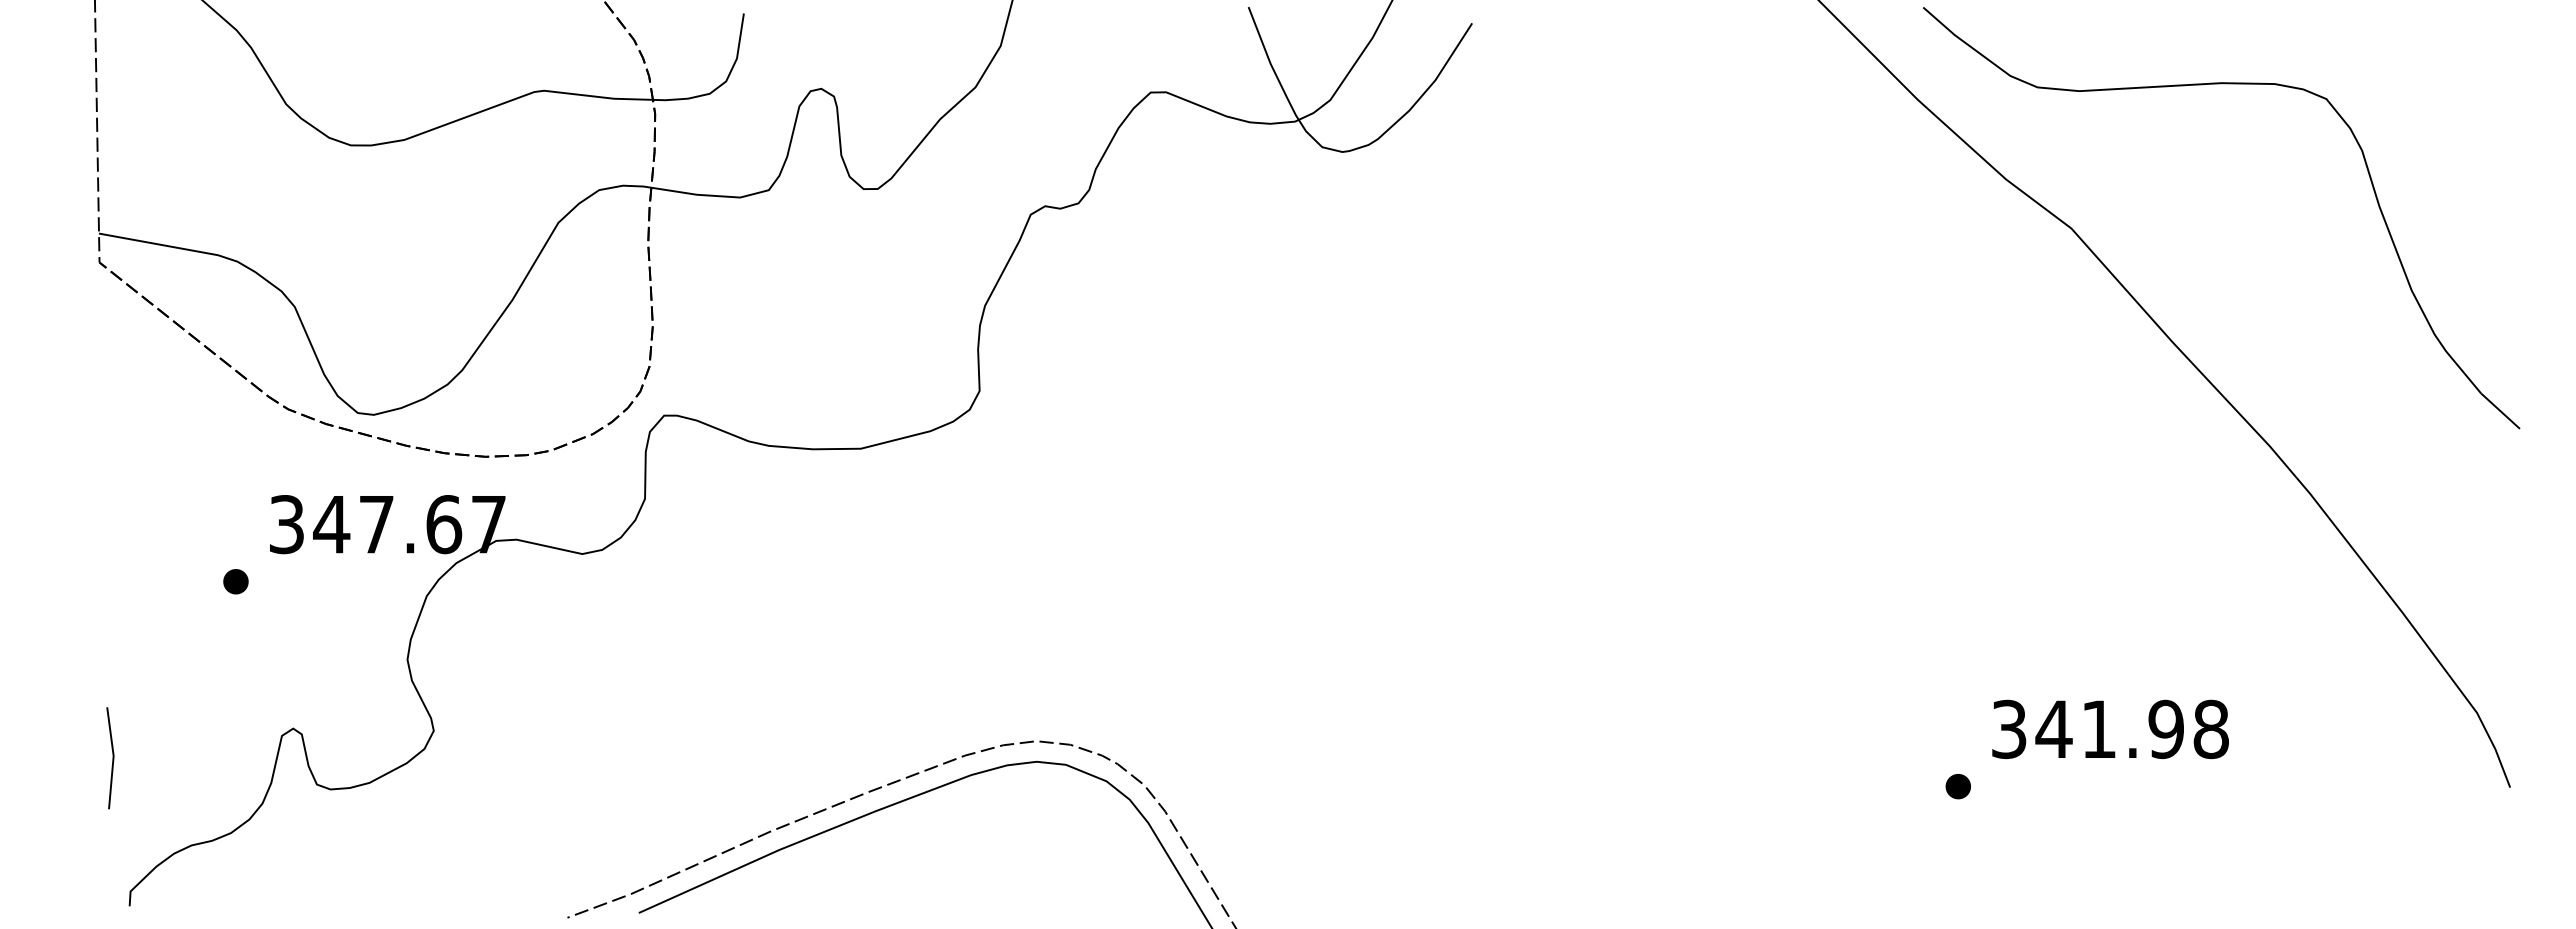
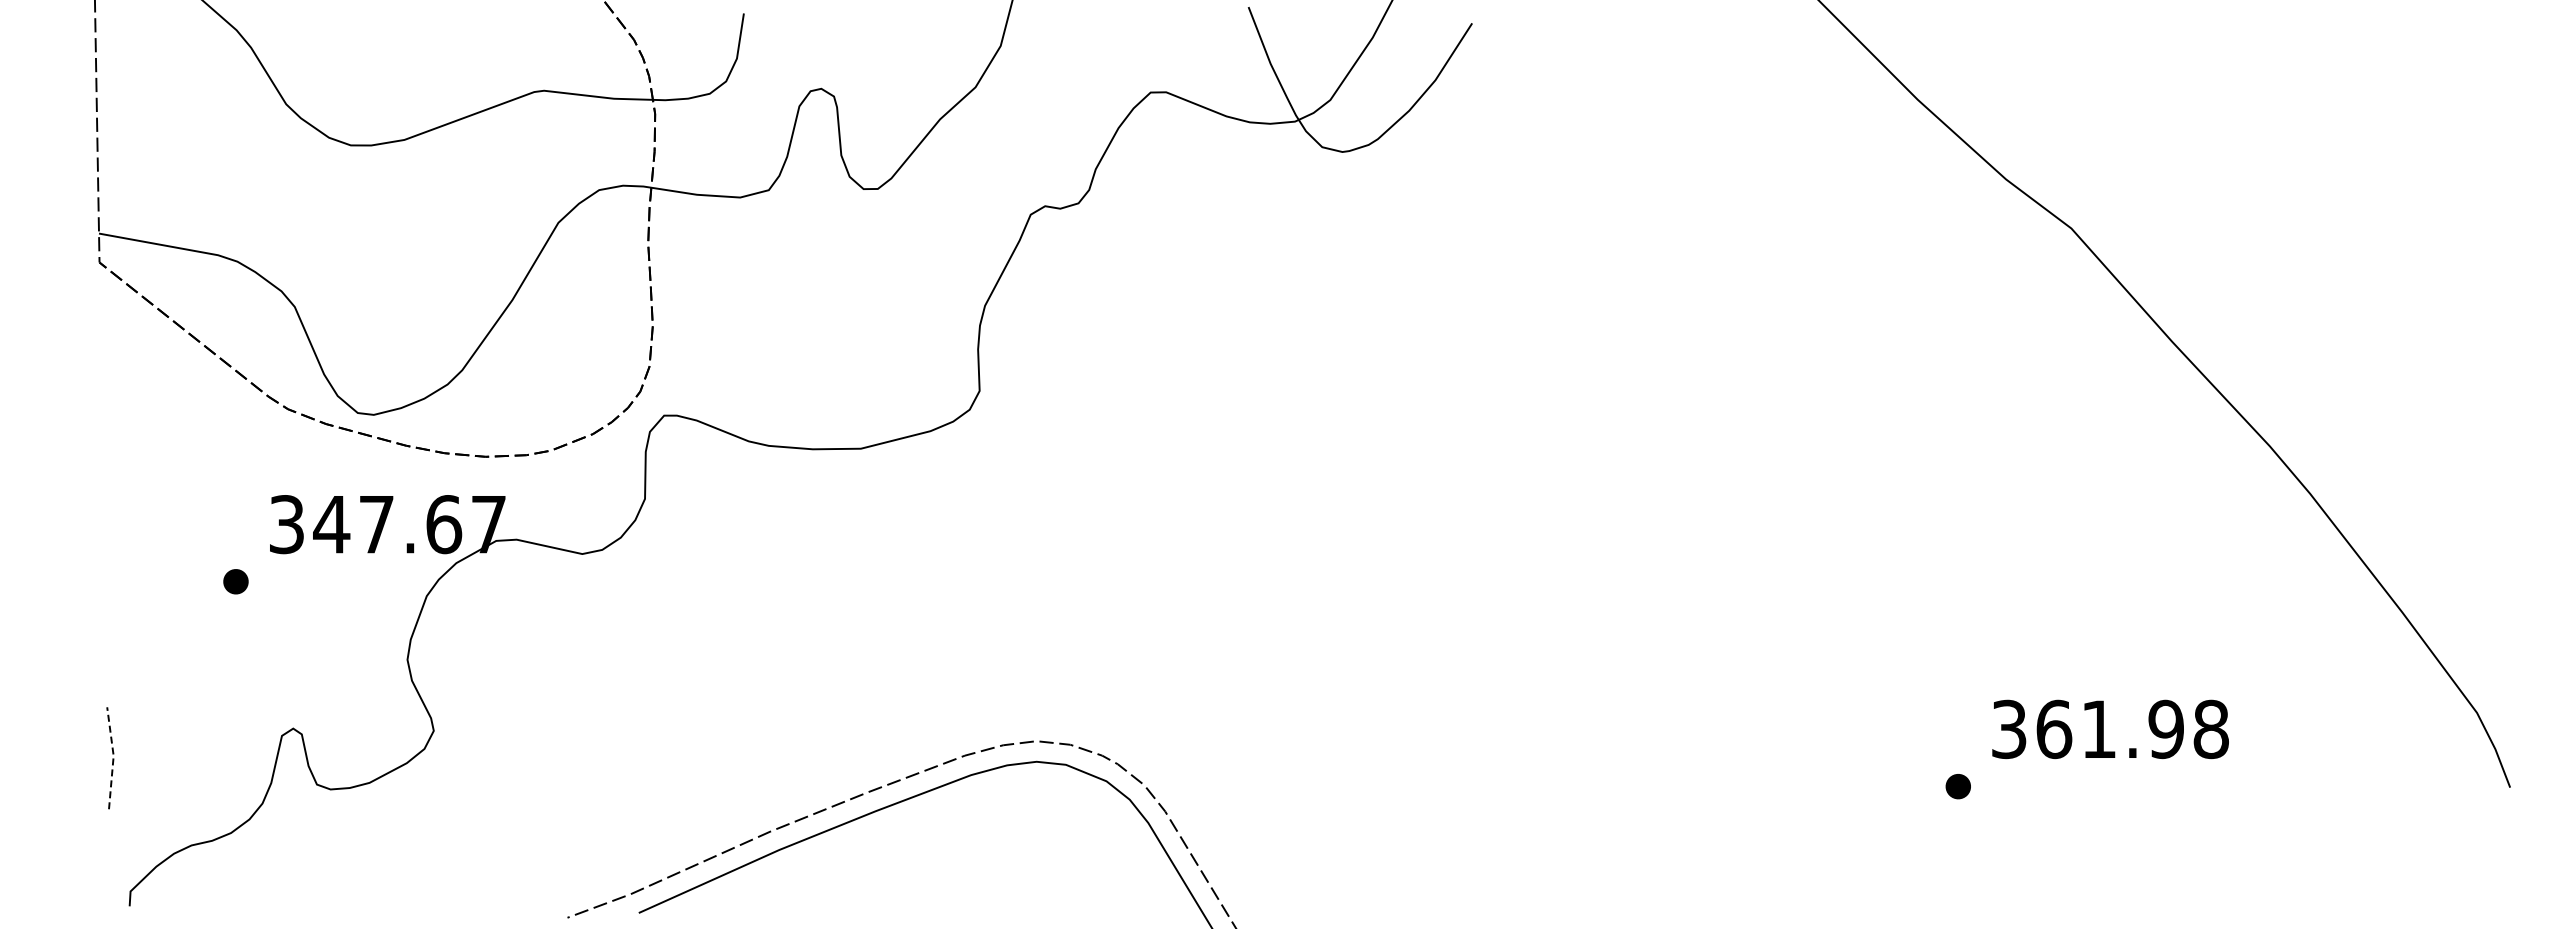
part at (2221, 84): present -> none
text at (2053, 729): 341.98 -> 361.98
line at (113, 756): solid -> dashed
